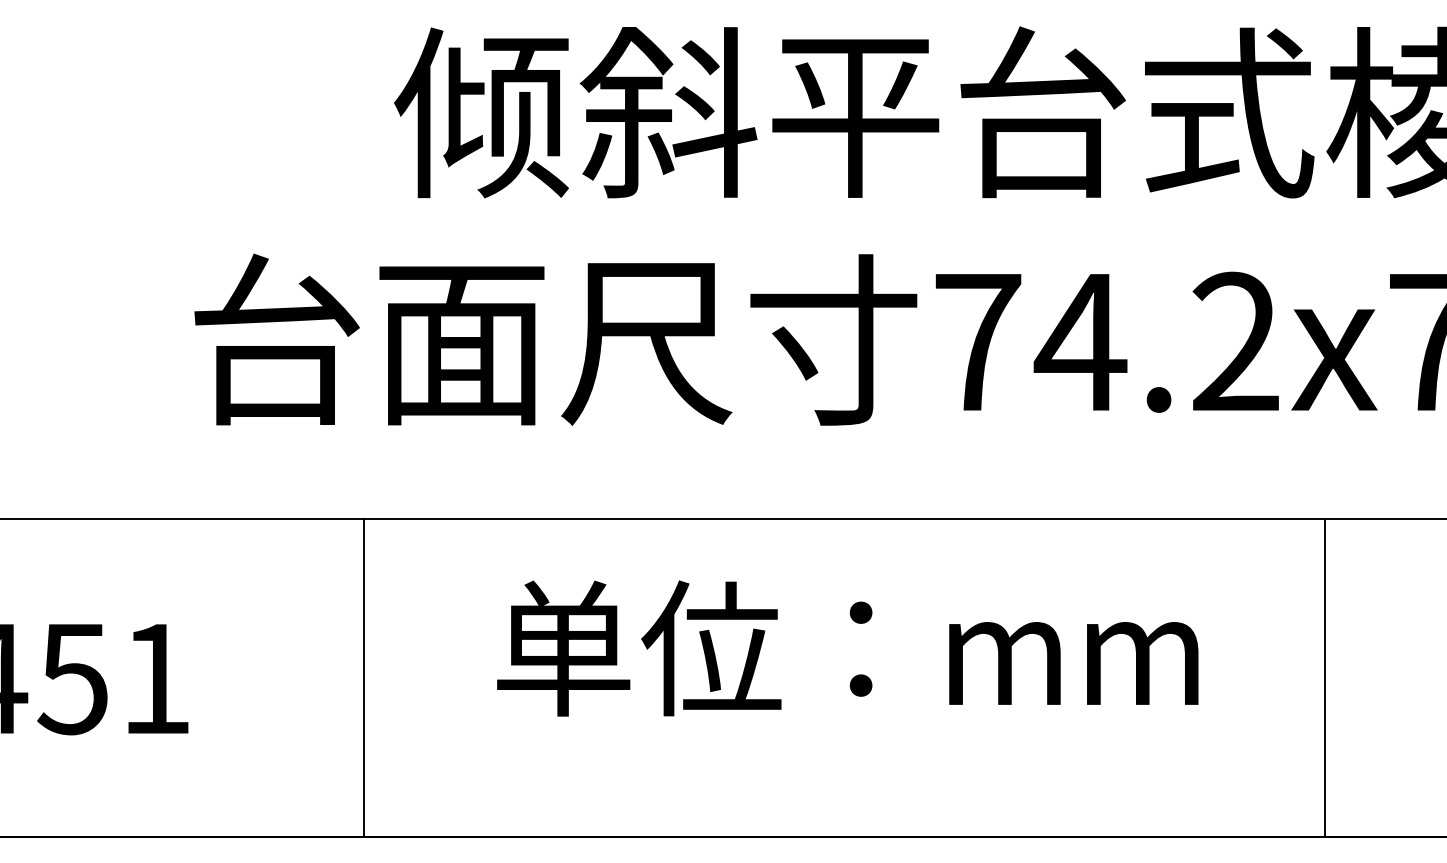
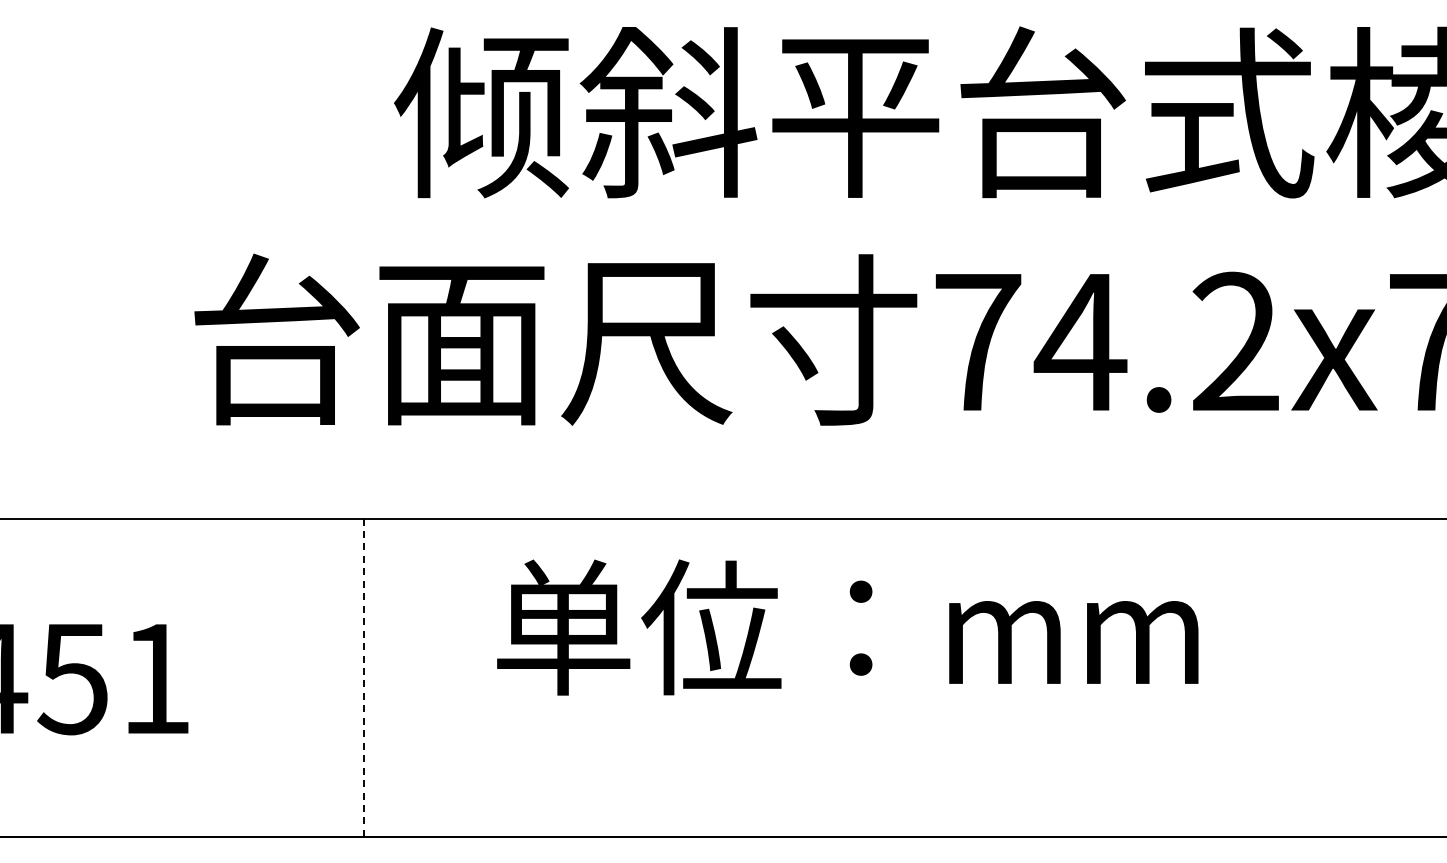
text at (847, 648) position: (847, 648) -> (847, 627)
line at (1325, 677): present -> none
line at (363, 678): solid -> dashed
